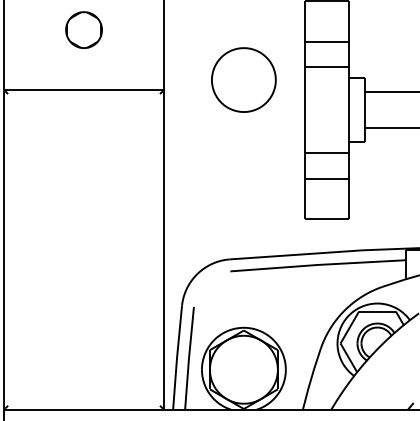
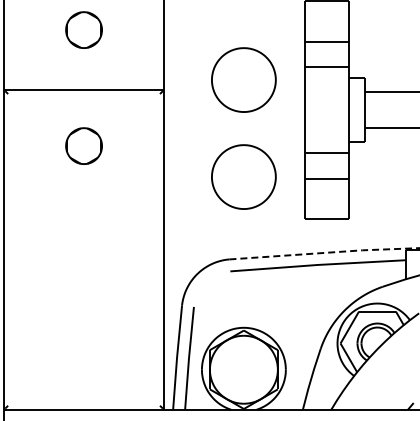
part at (83, 145): none -> present
part at (243, 176): none -> present
line at (324, 252): solid -> dashed
